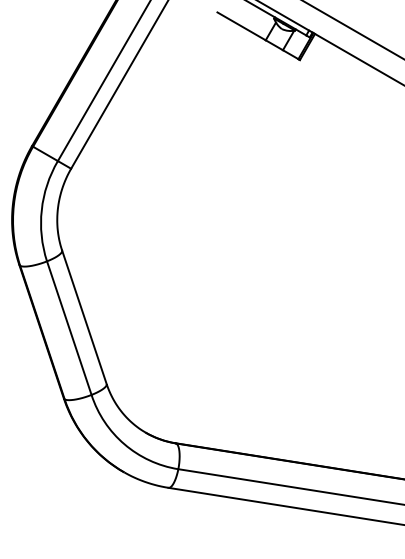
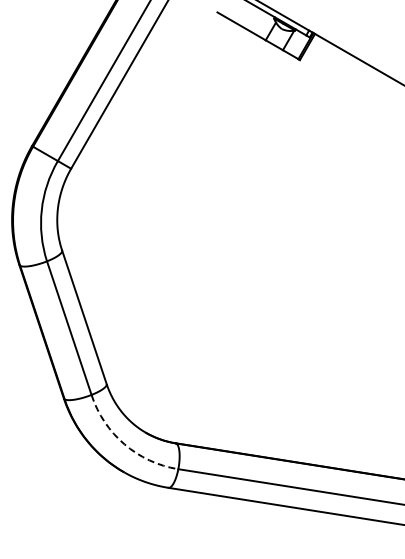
line at (353, 29): present -> none
arc at (124, 444): solid -> dashed
